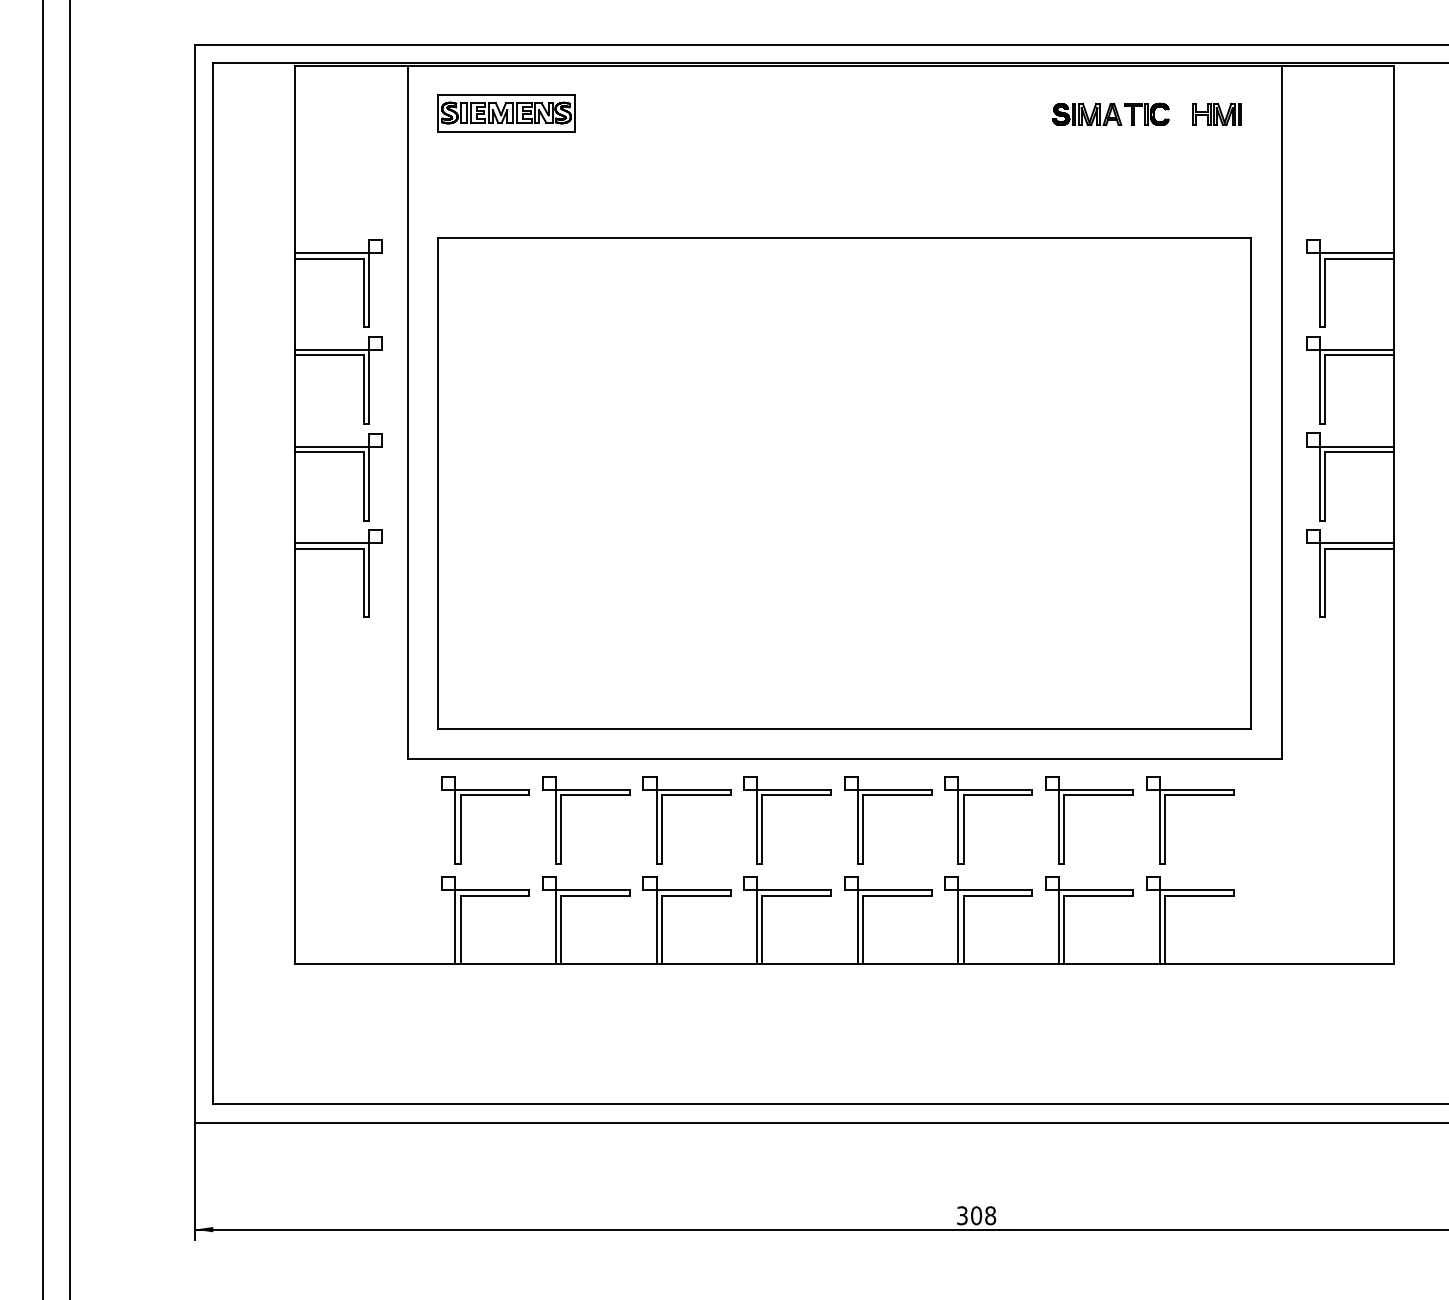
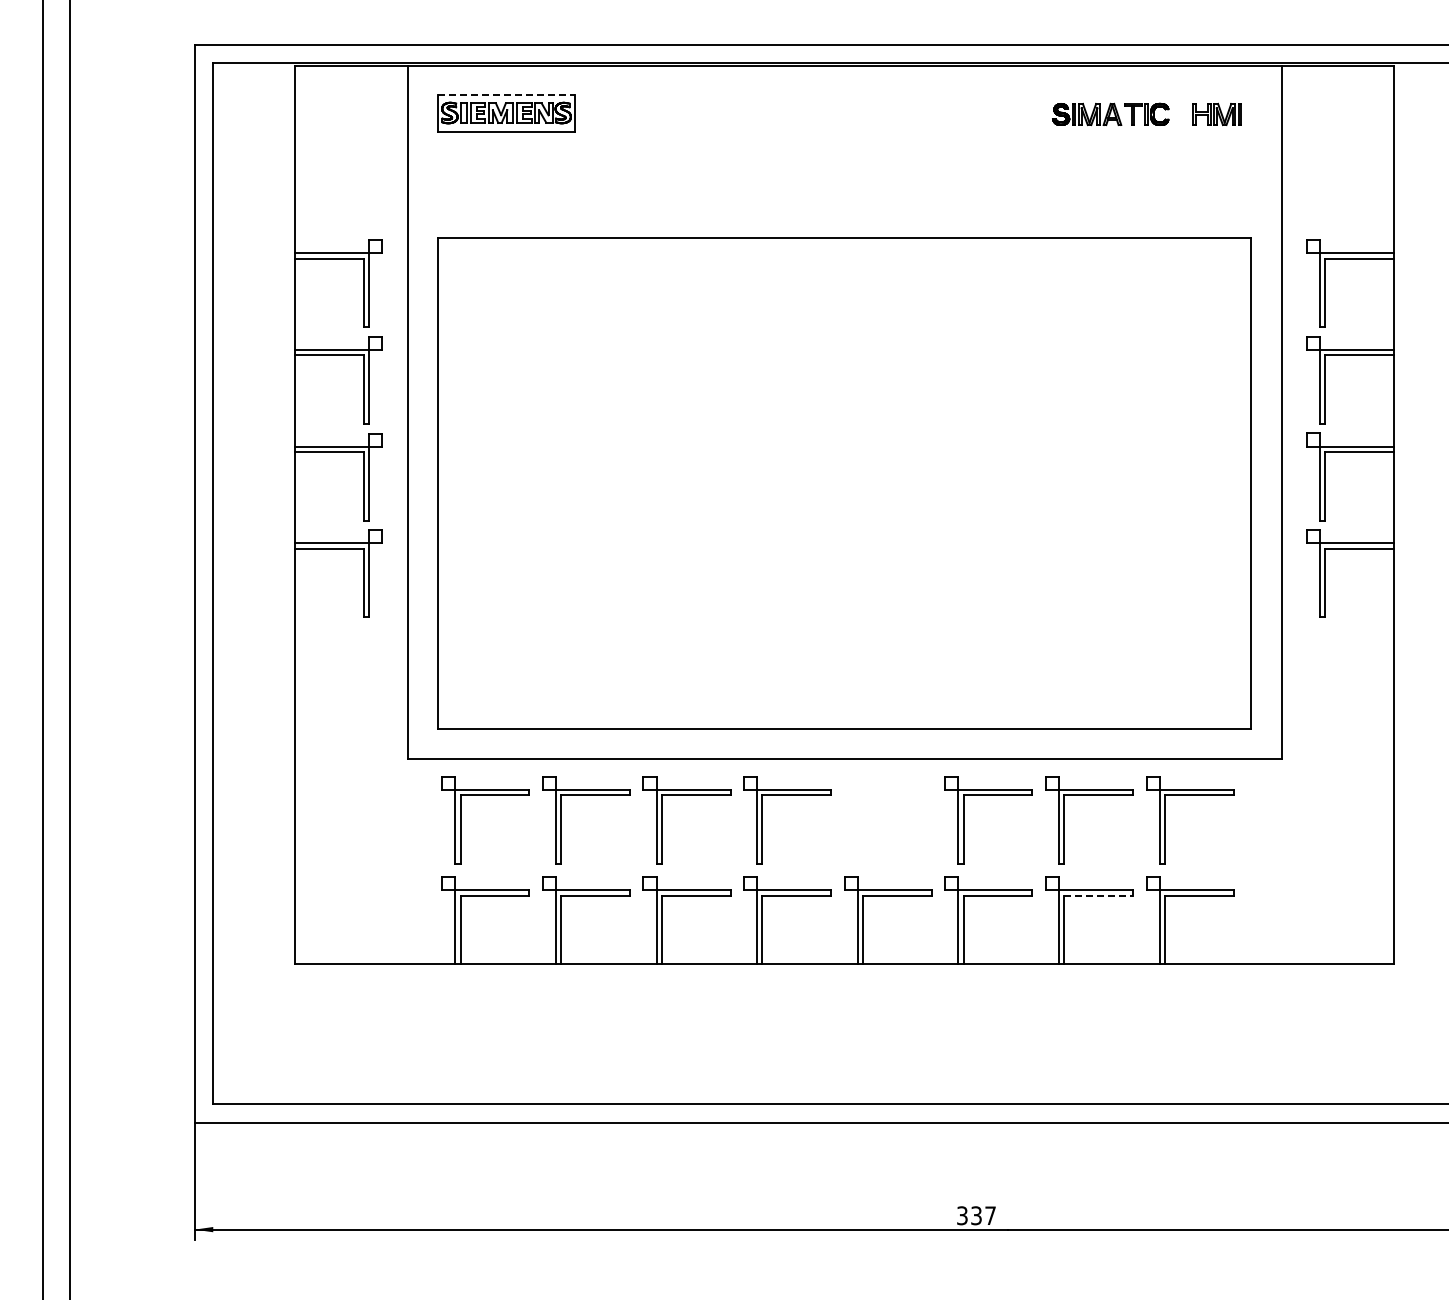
line at (506, 94): solid -> dashed
part at (888, 795): present -> none
line at (1099, 895): solid -> dashed
text at (983, 1215): 308 -> 337
